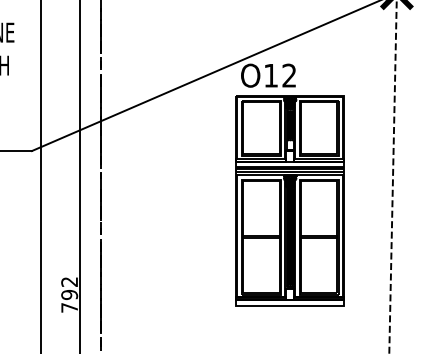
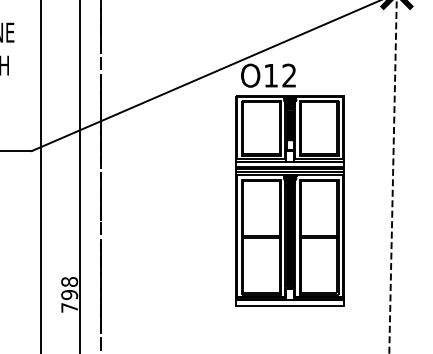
text at (69, 281): 792 -> 798
